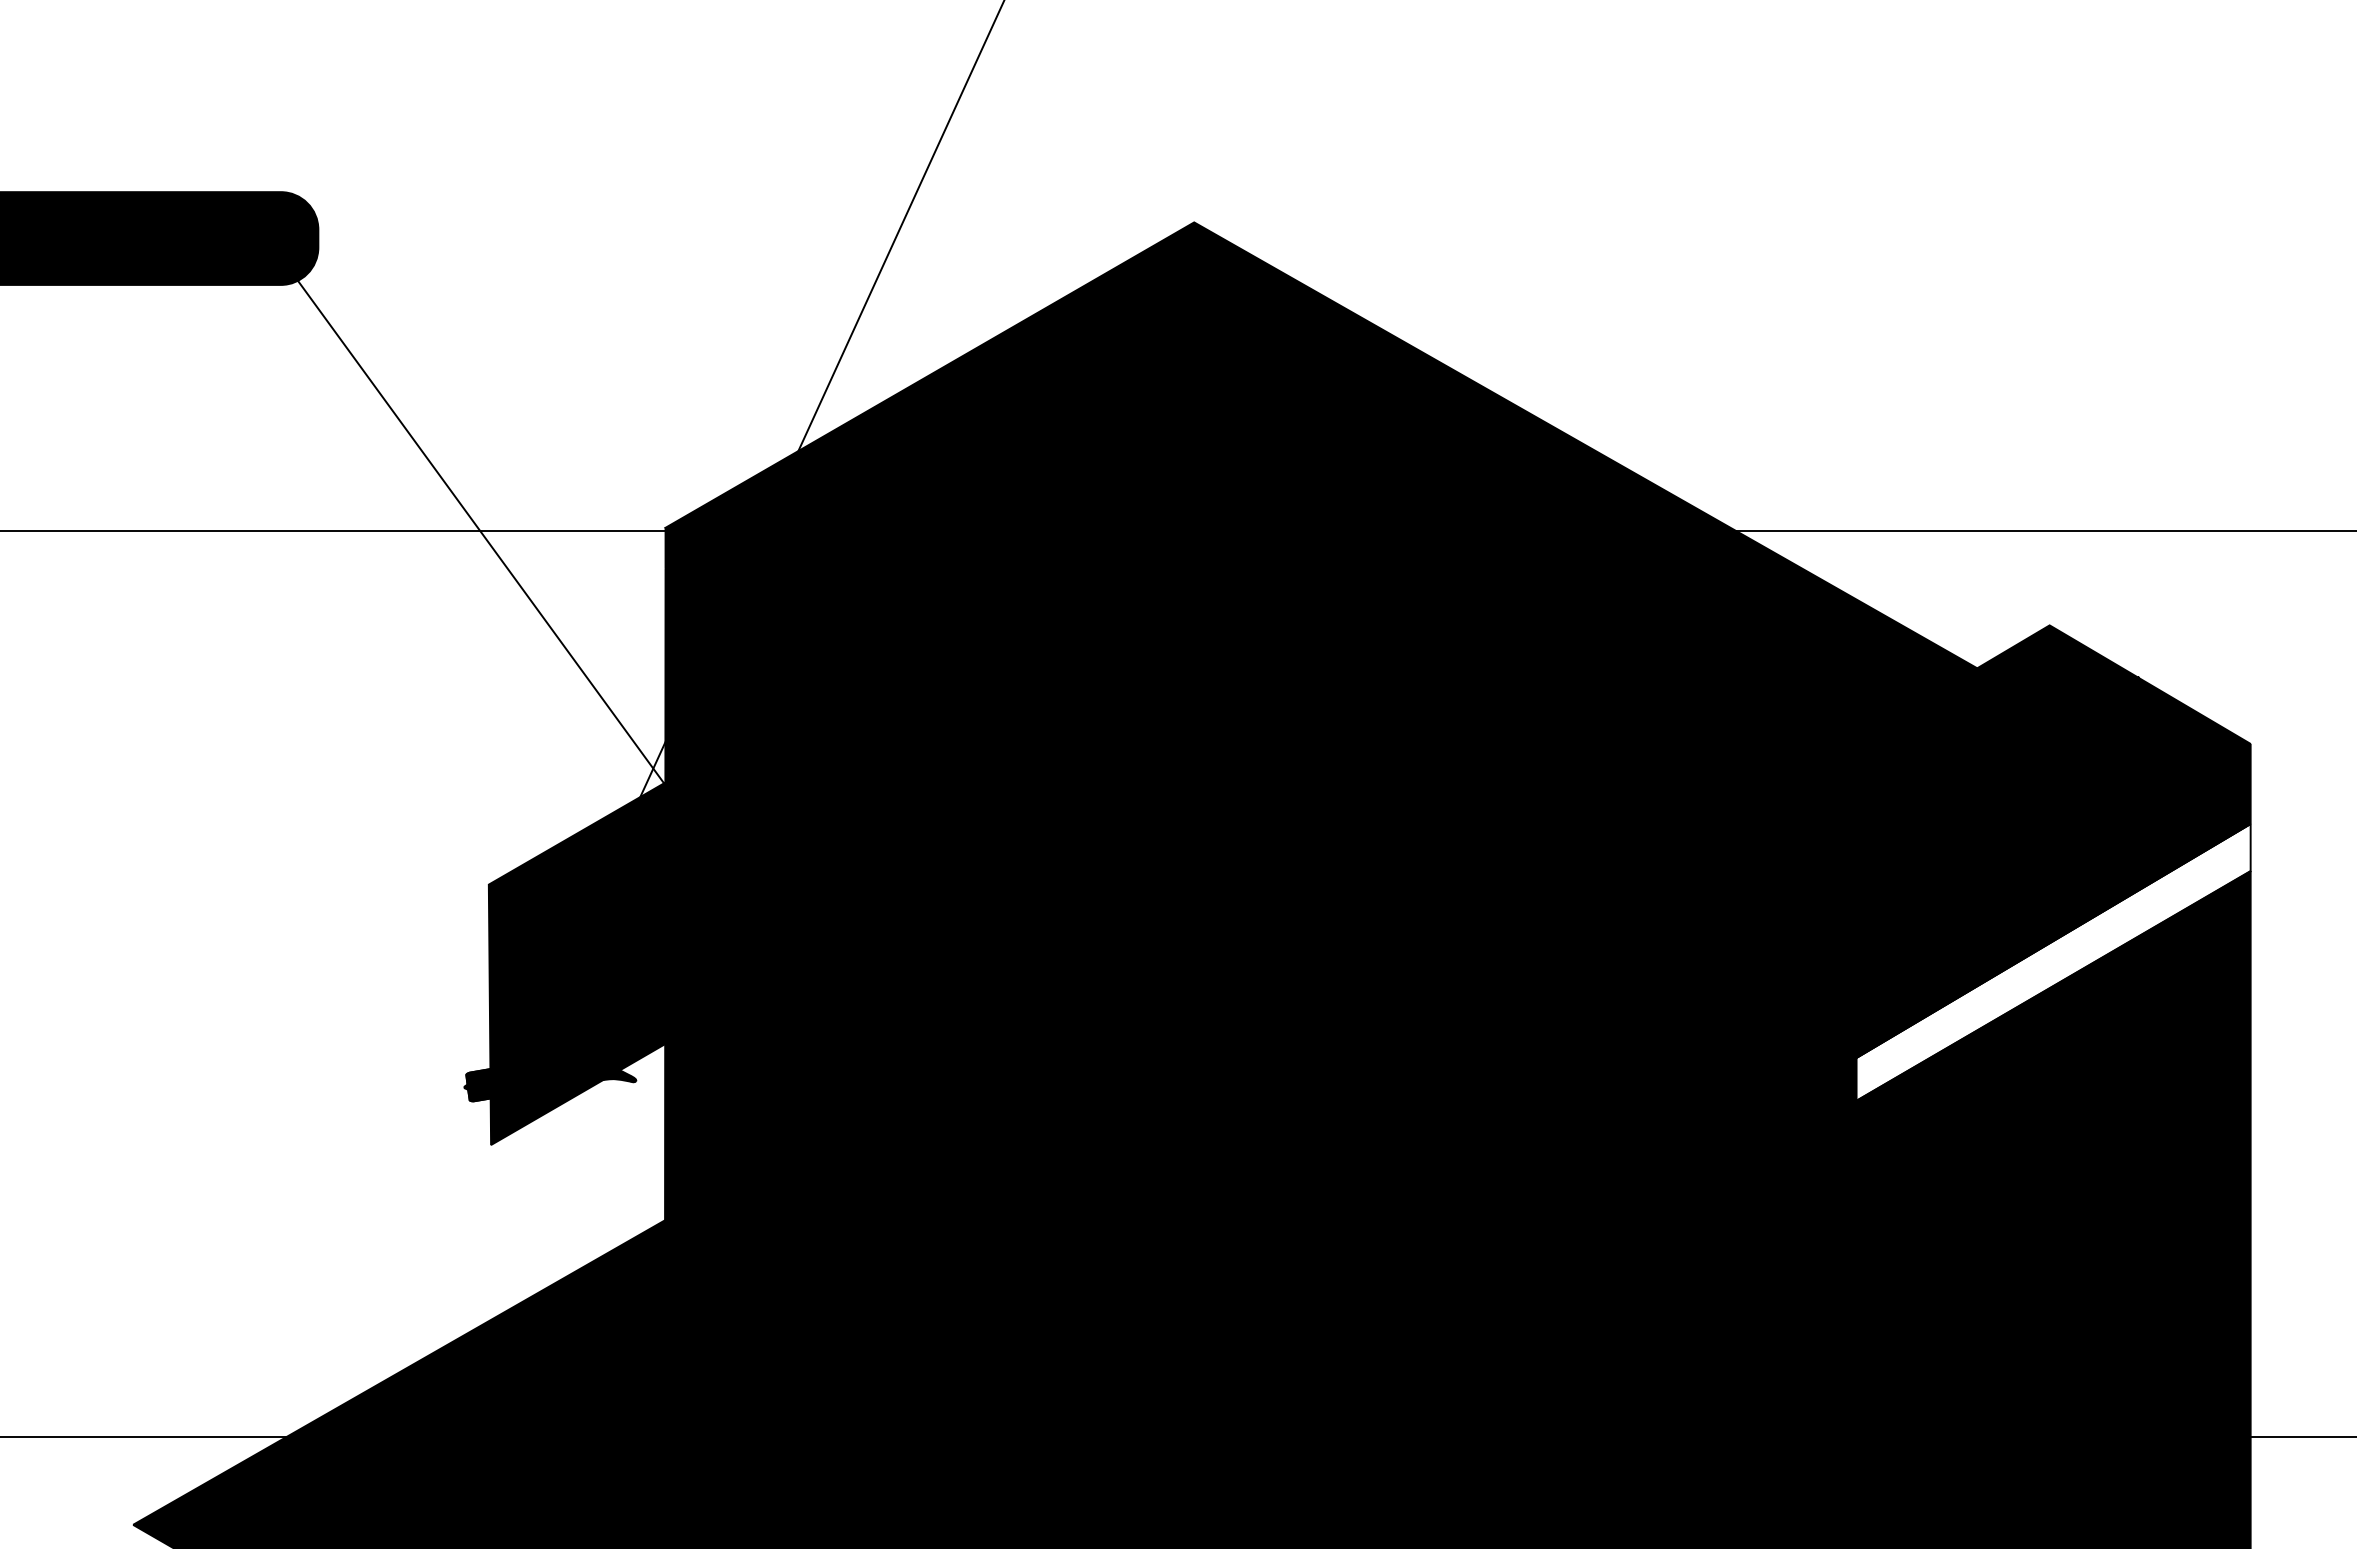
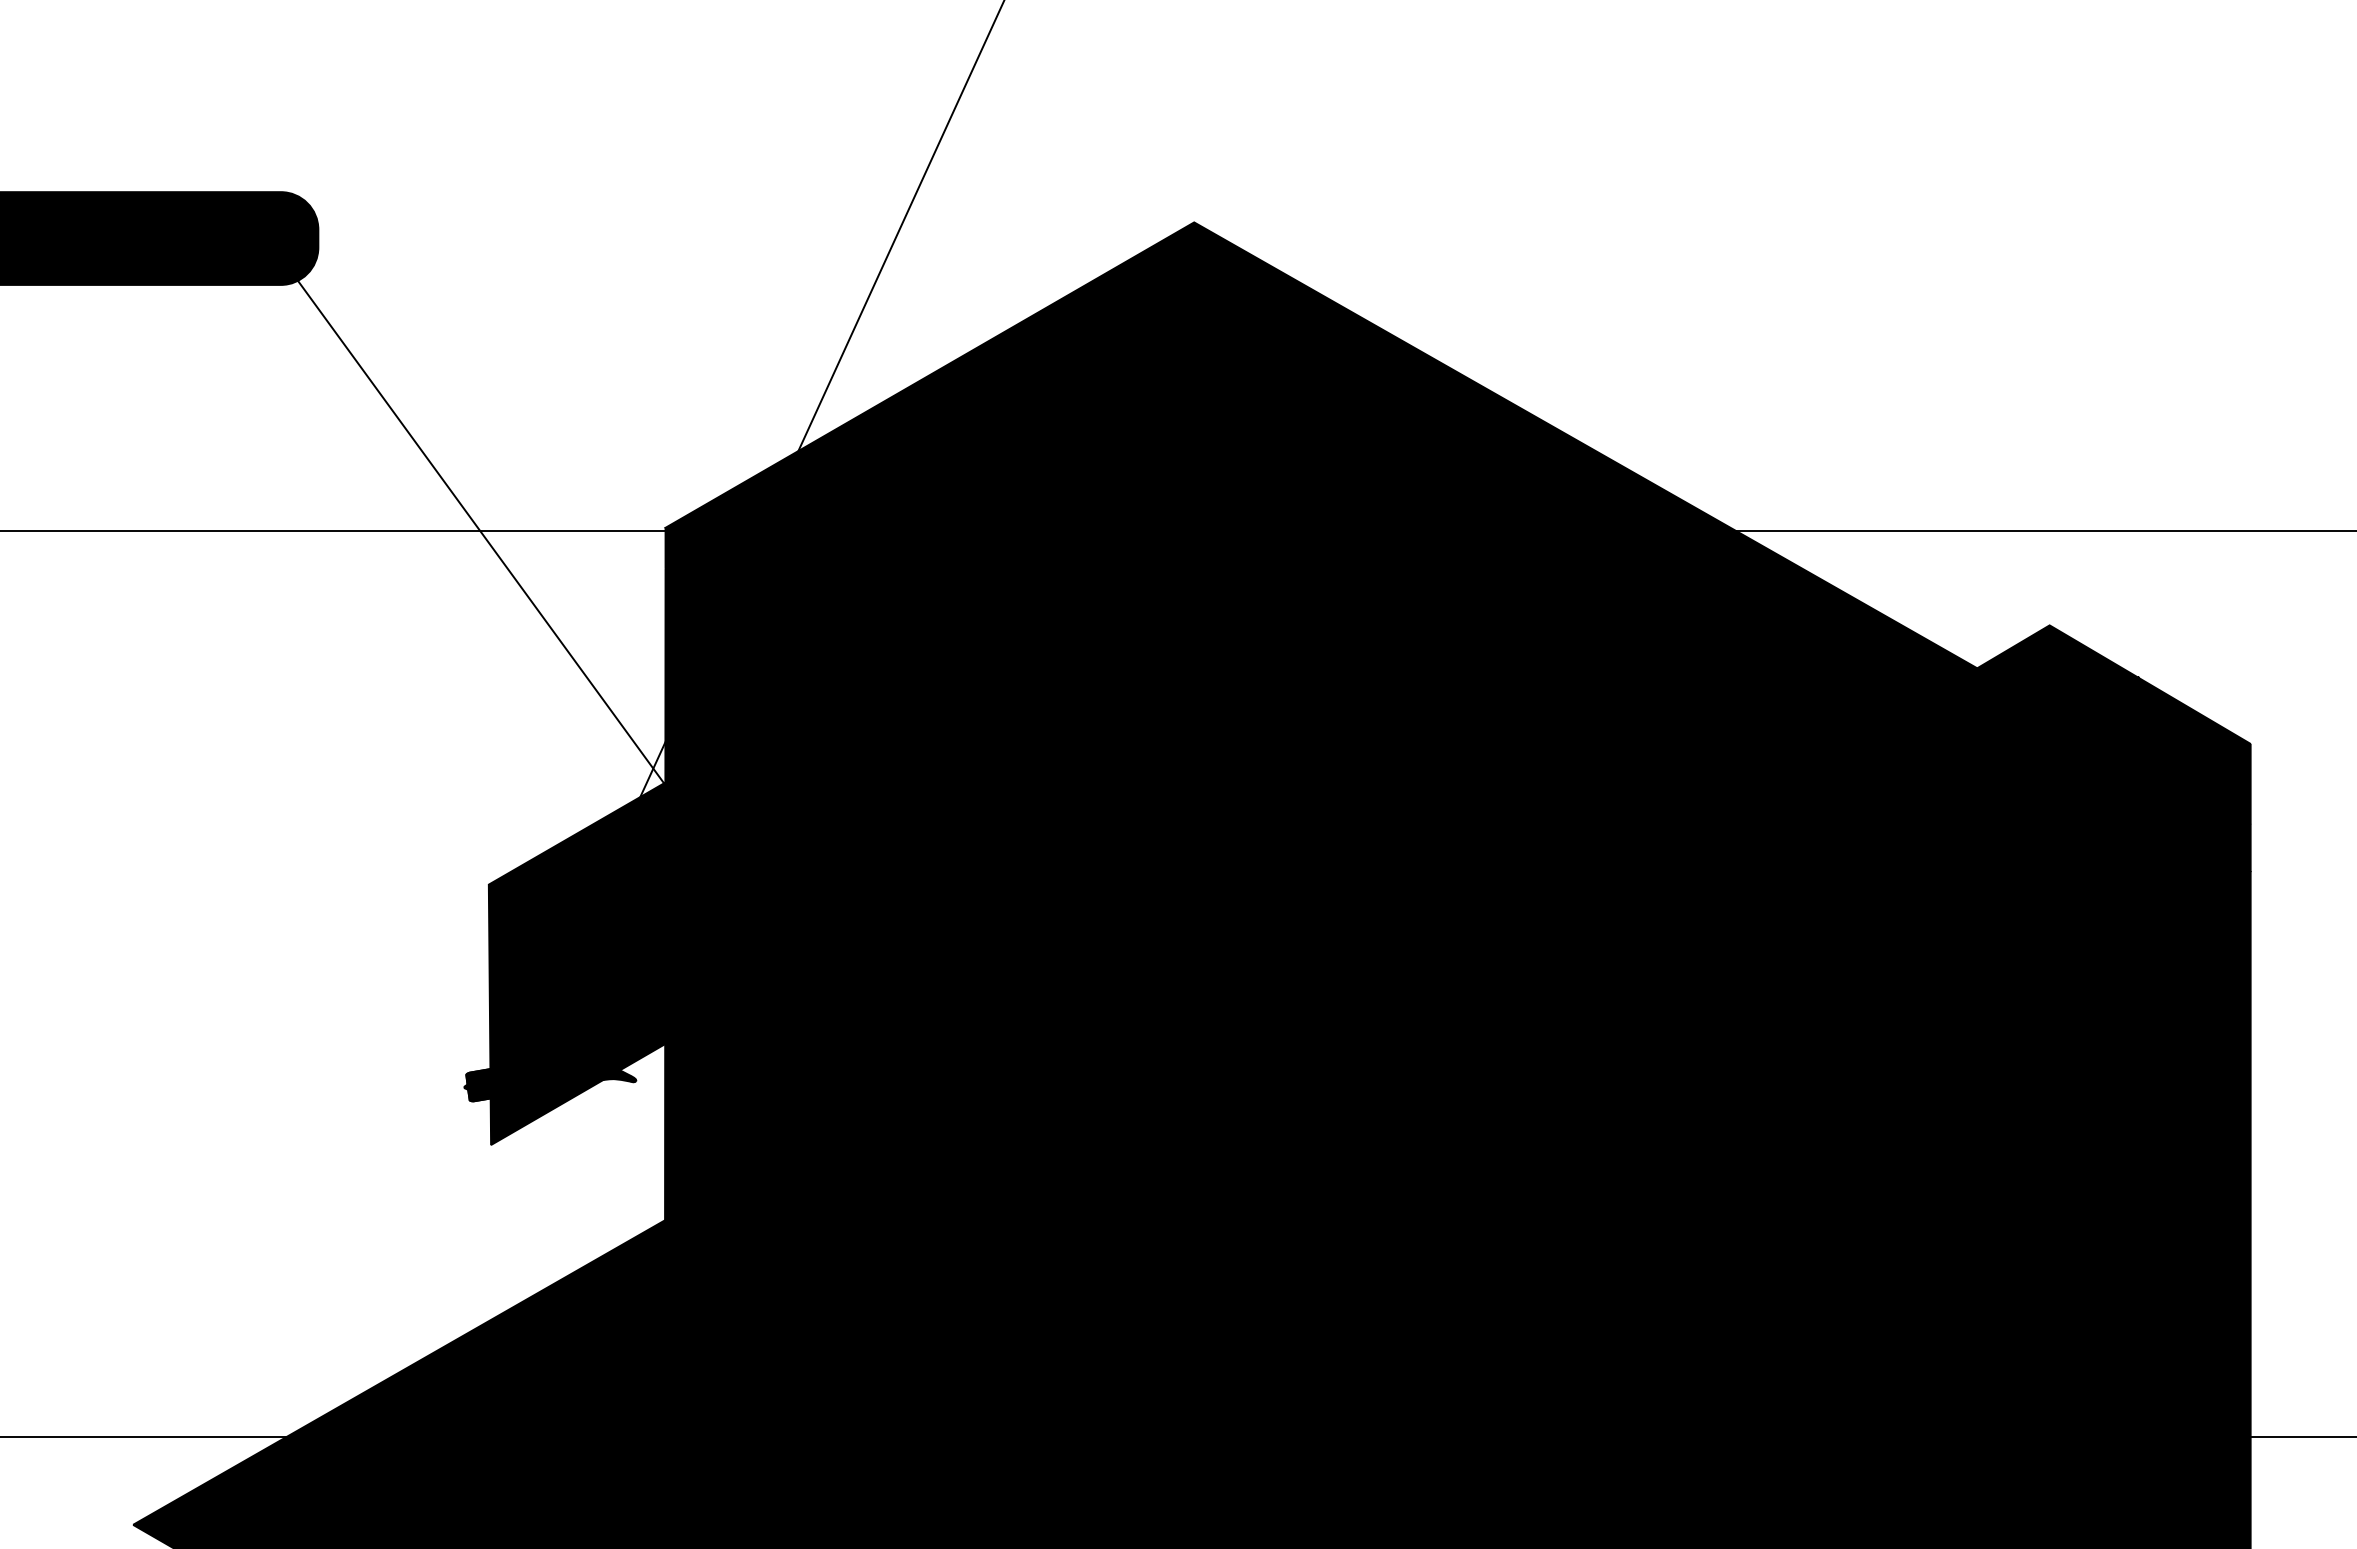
fill at (1986, 1000): none -> present
